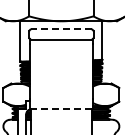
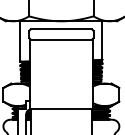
line at (60, 29): dashed -> solid
line at (61, 109): dashed -> solid
